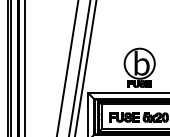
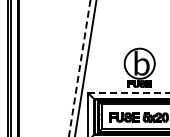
line at (24, 67): present -> none
line at (67, 67): present -> none
line at (79, 68): solid -> dashed
line at (129, 93): solid -> dashed
